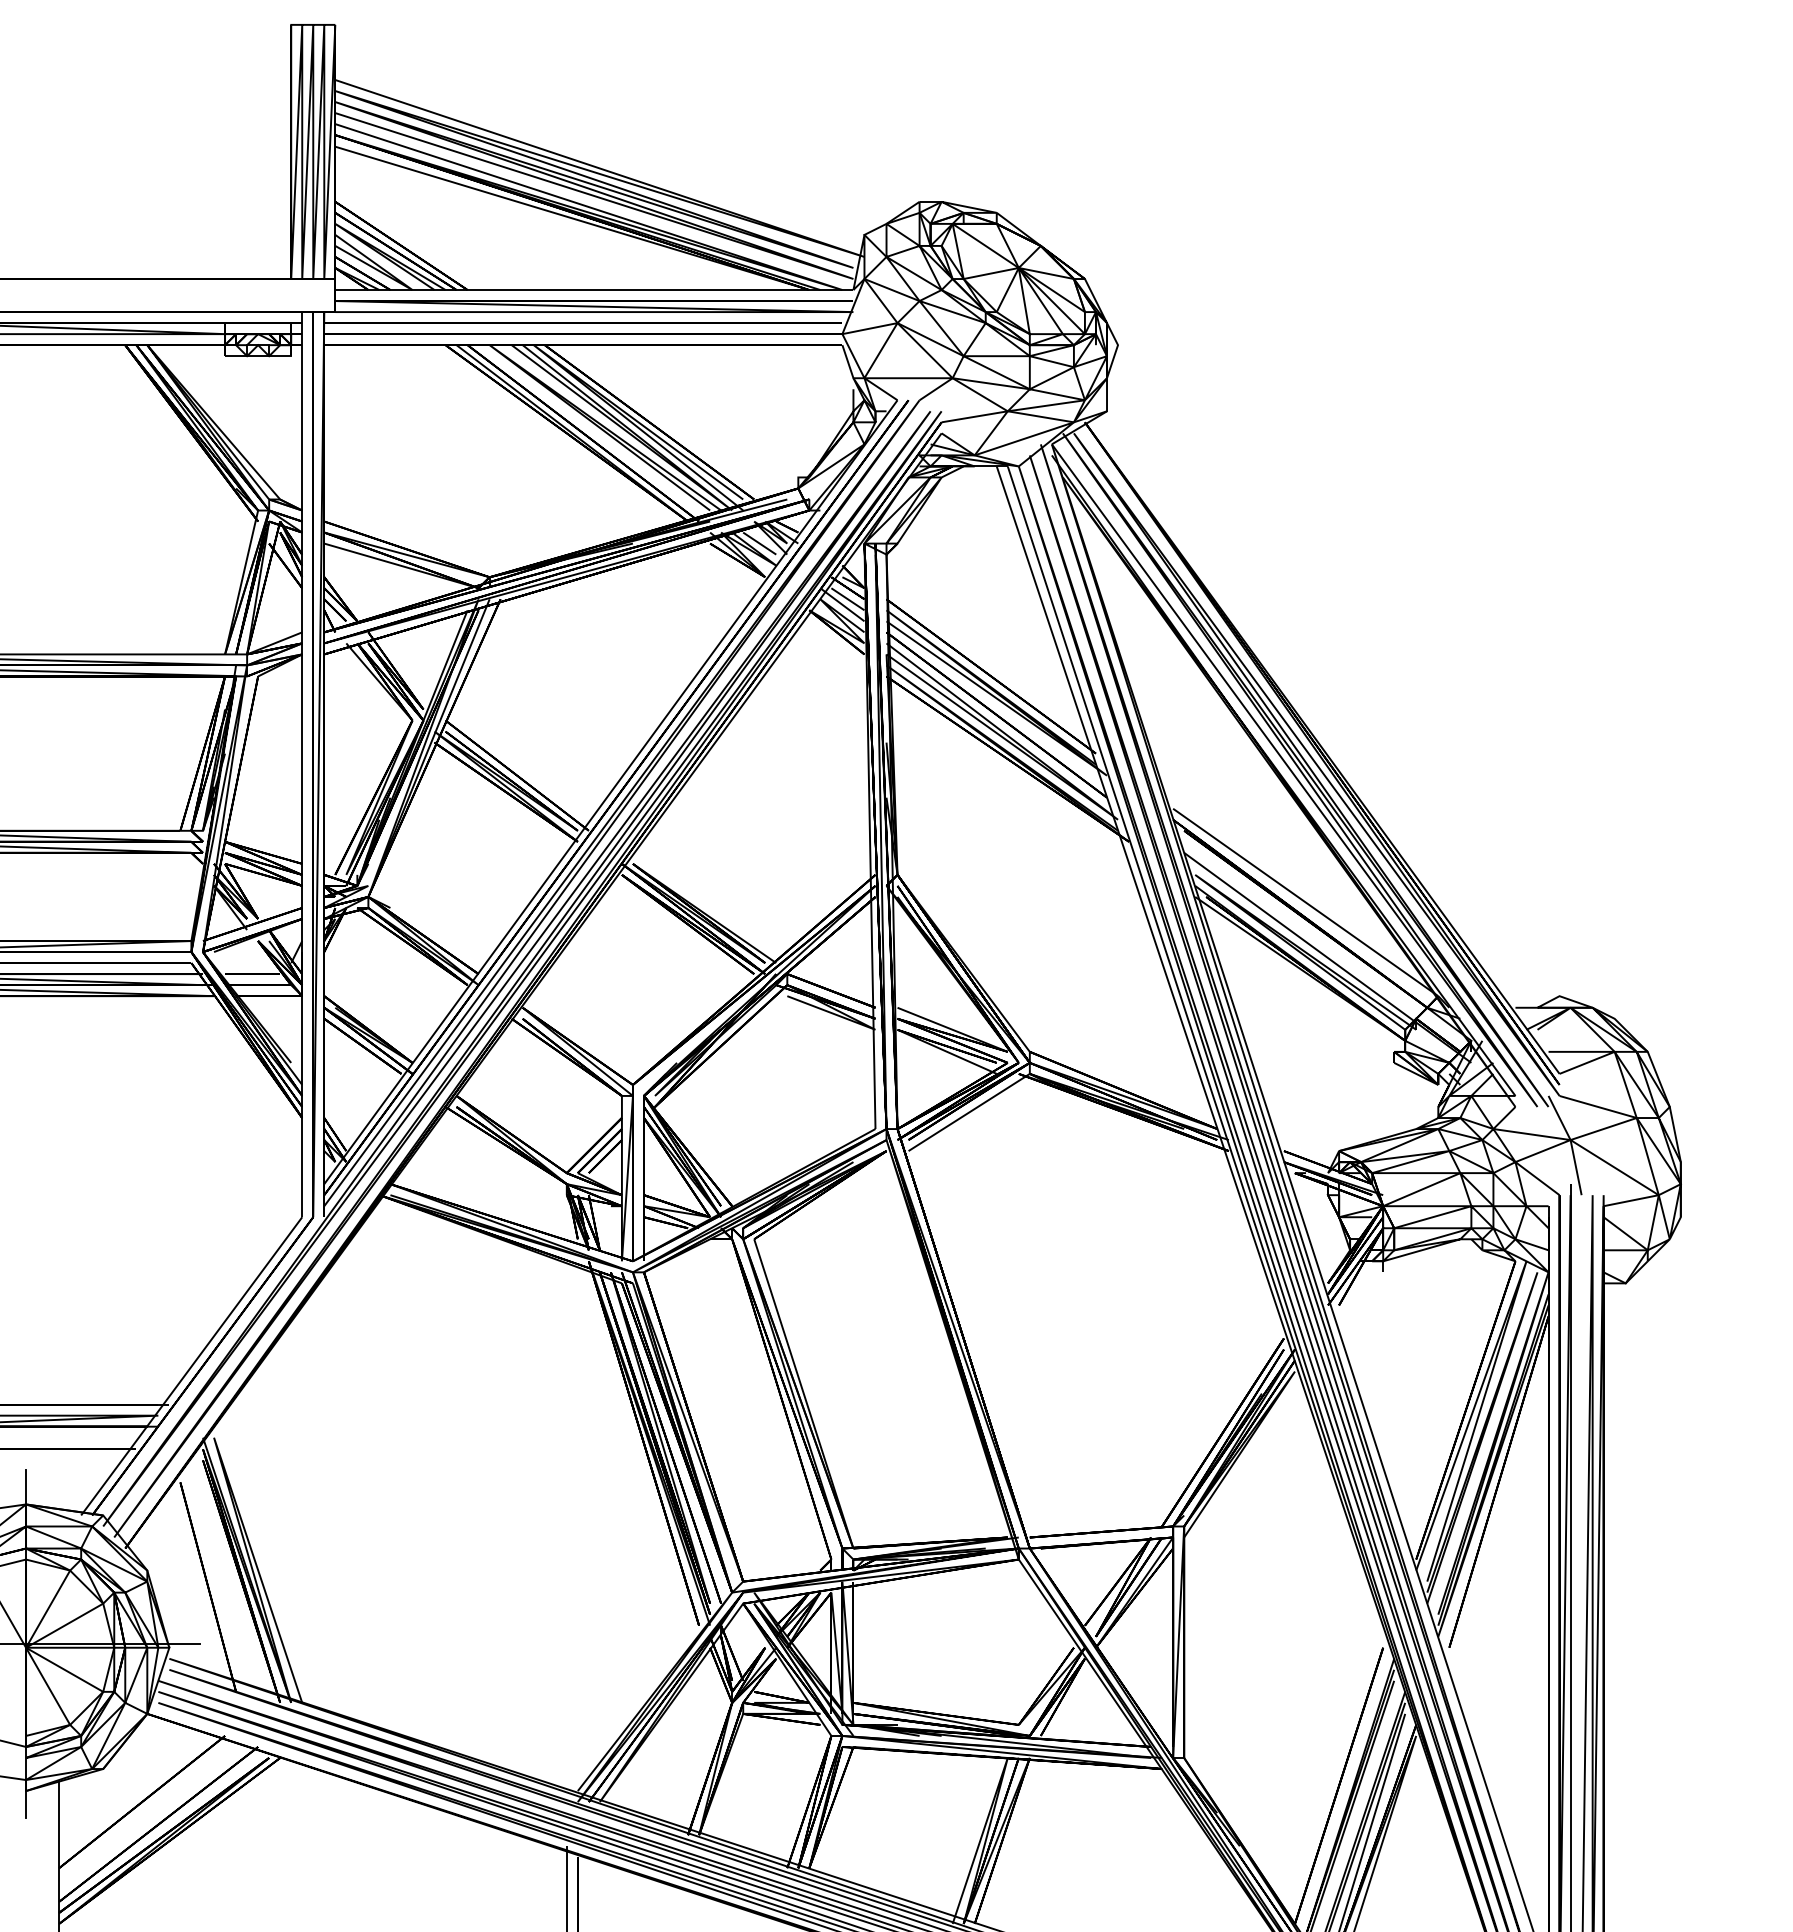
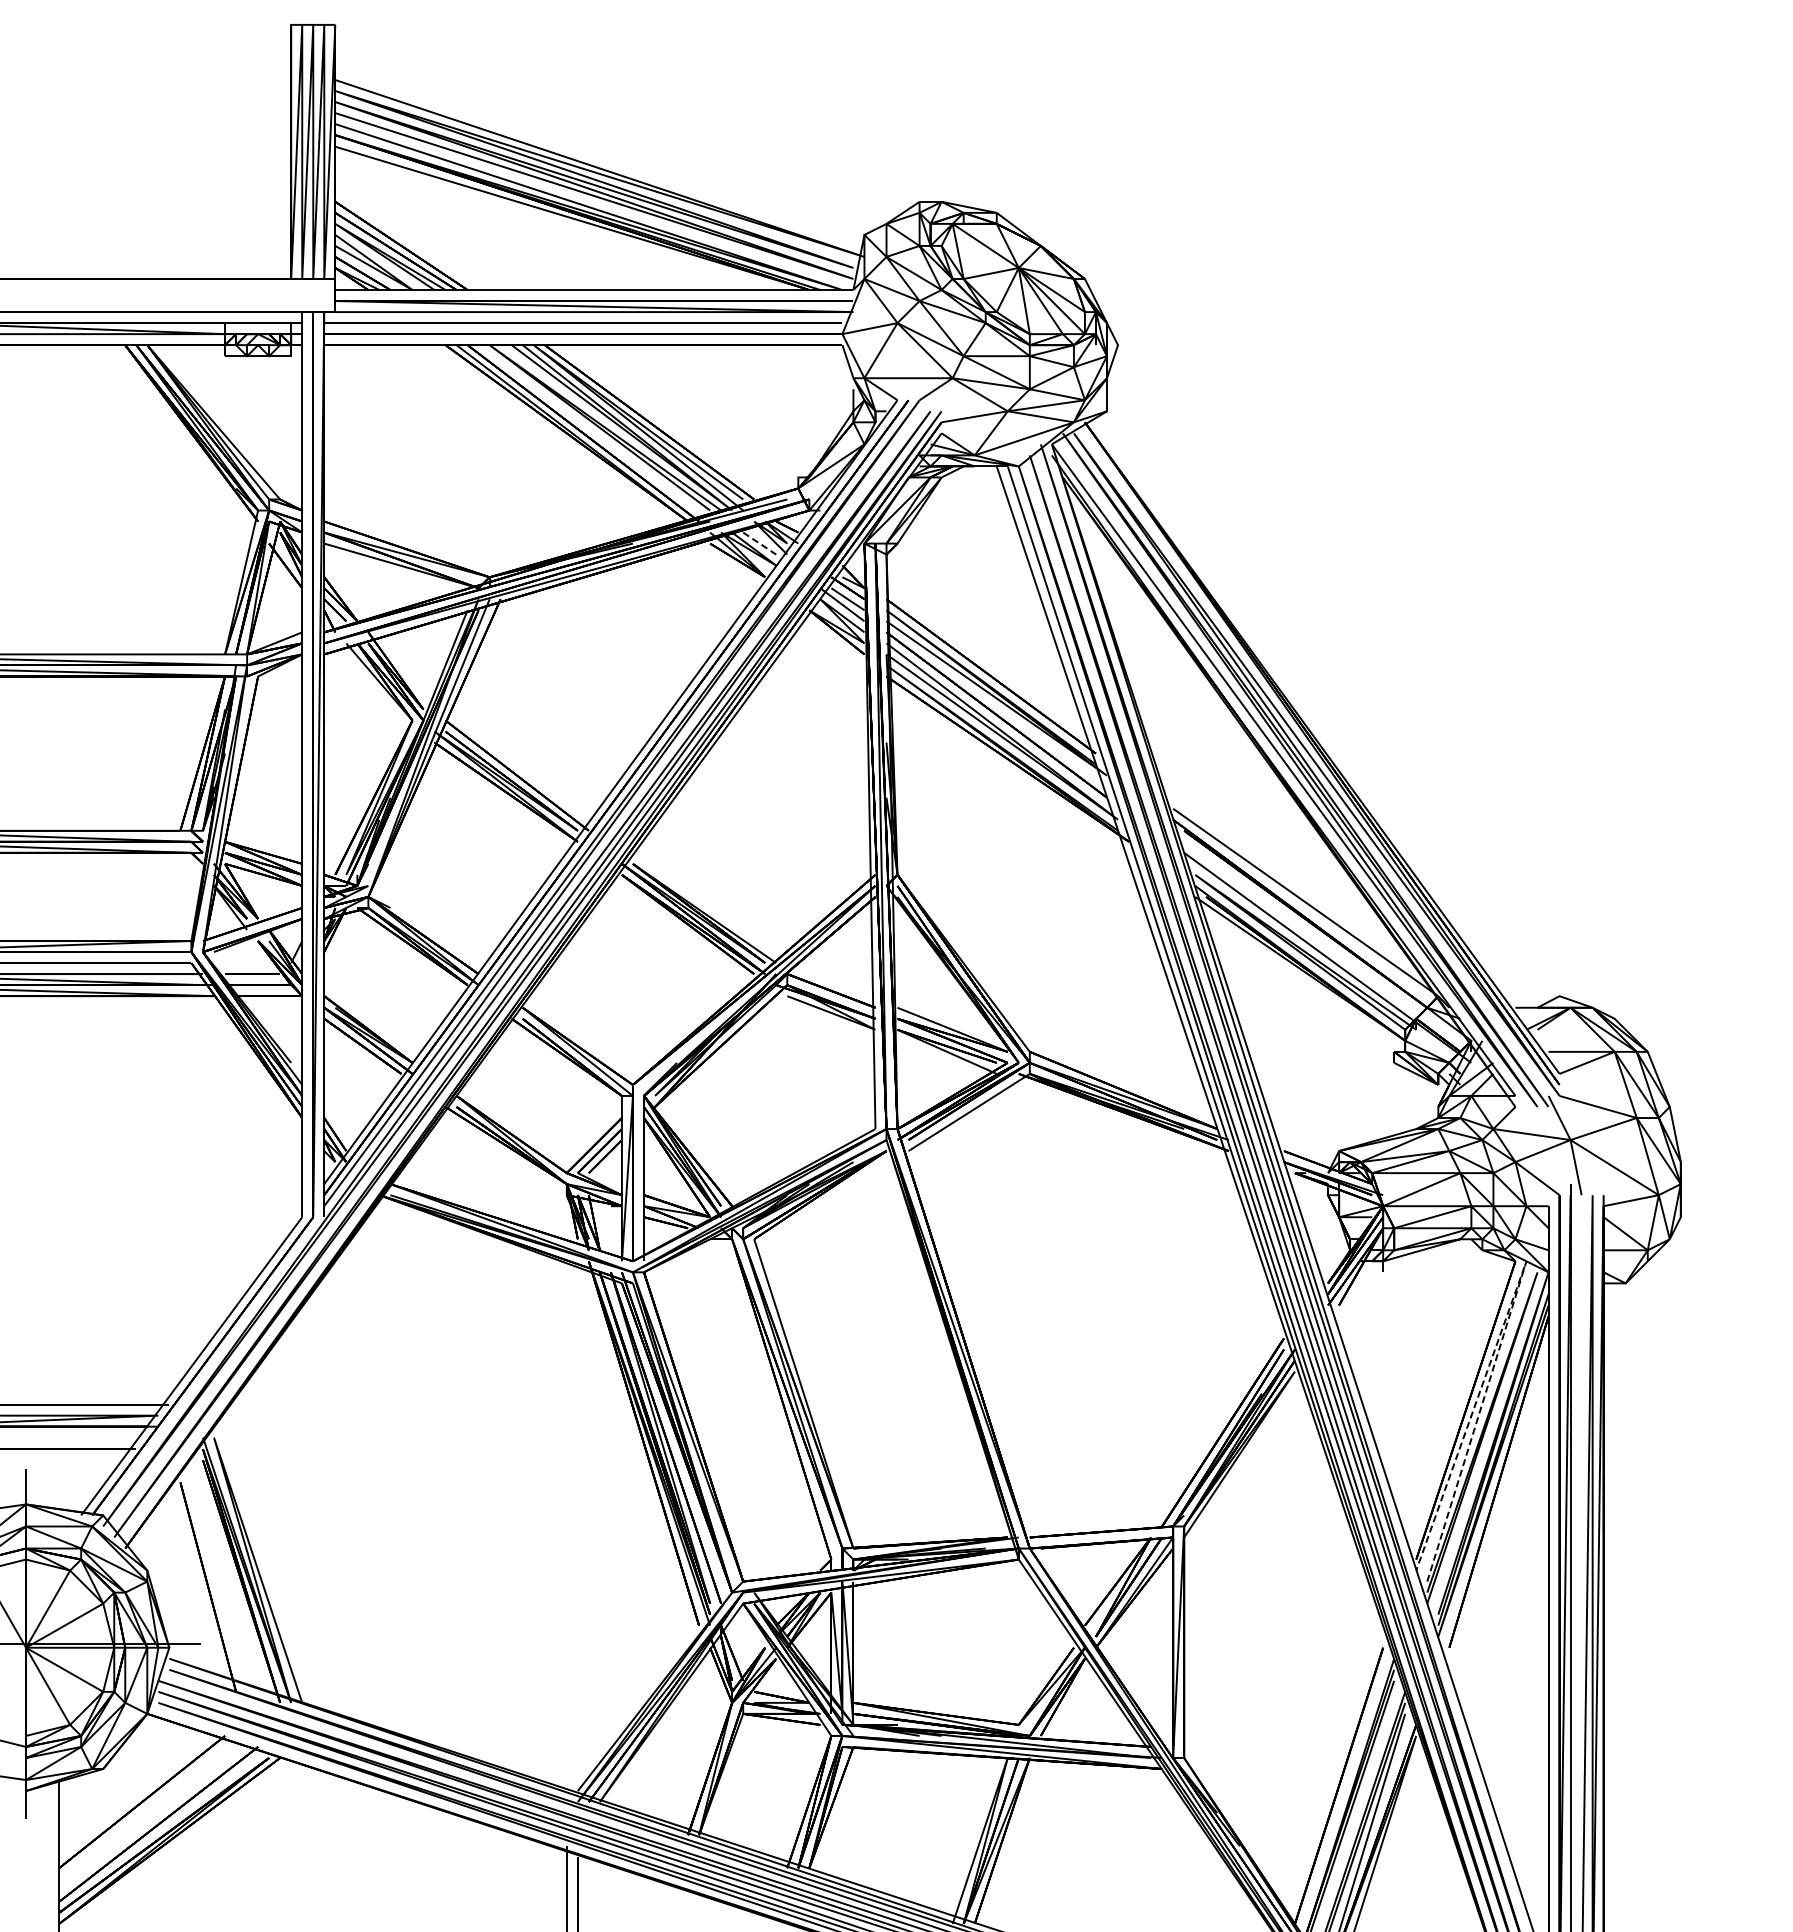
line at (759, 543): solid -> dashed
line at (1525, 1264): solid -> dashed
